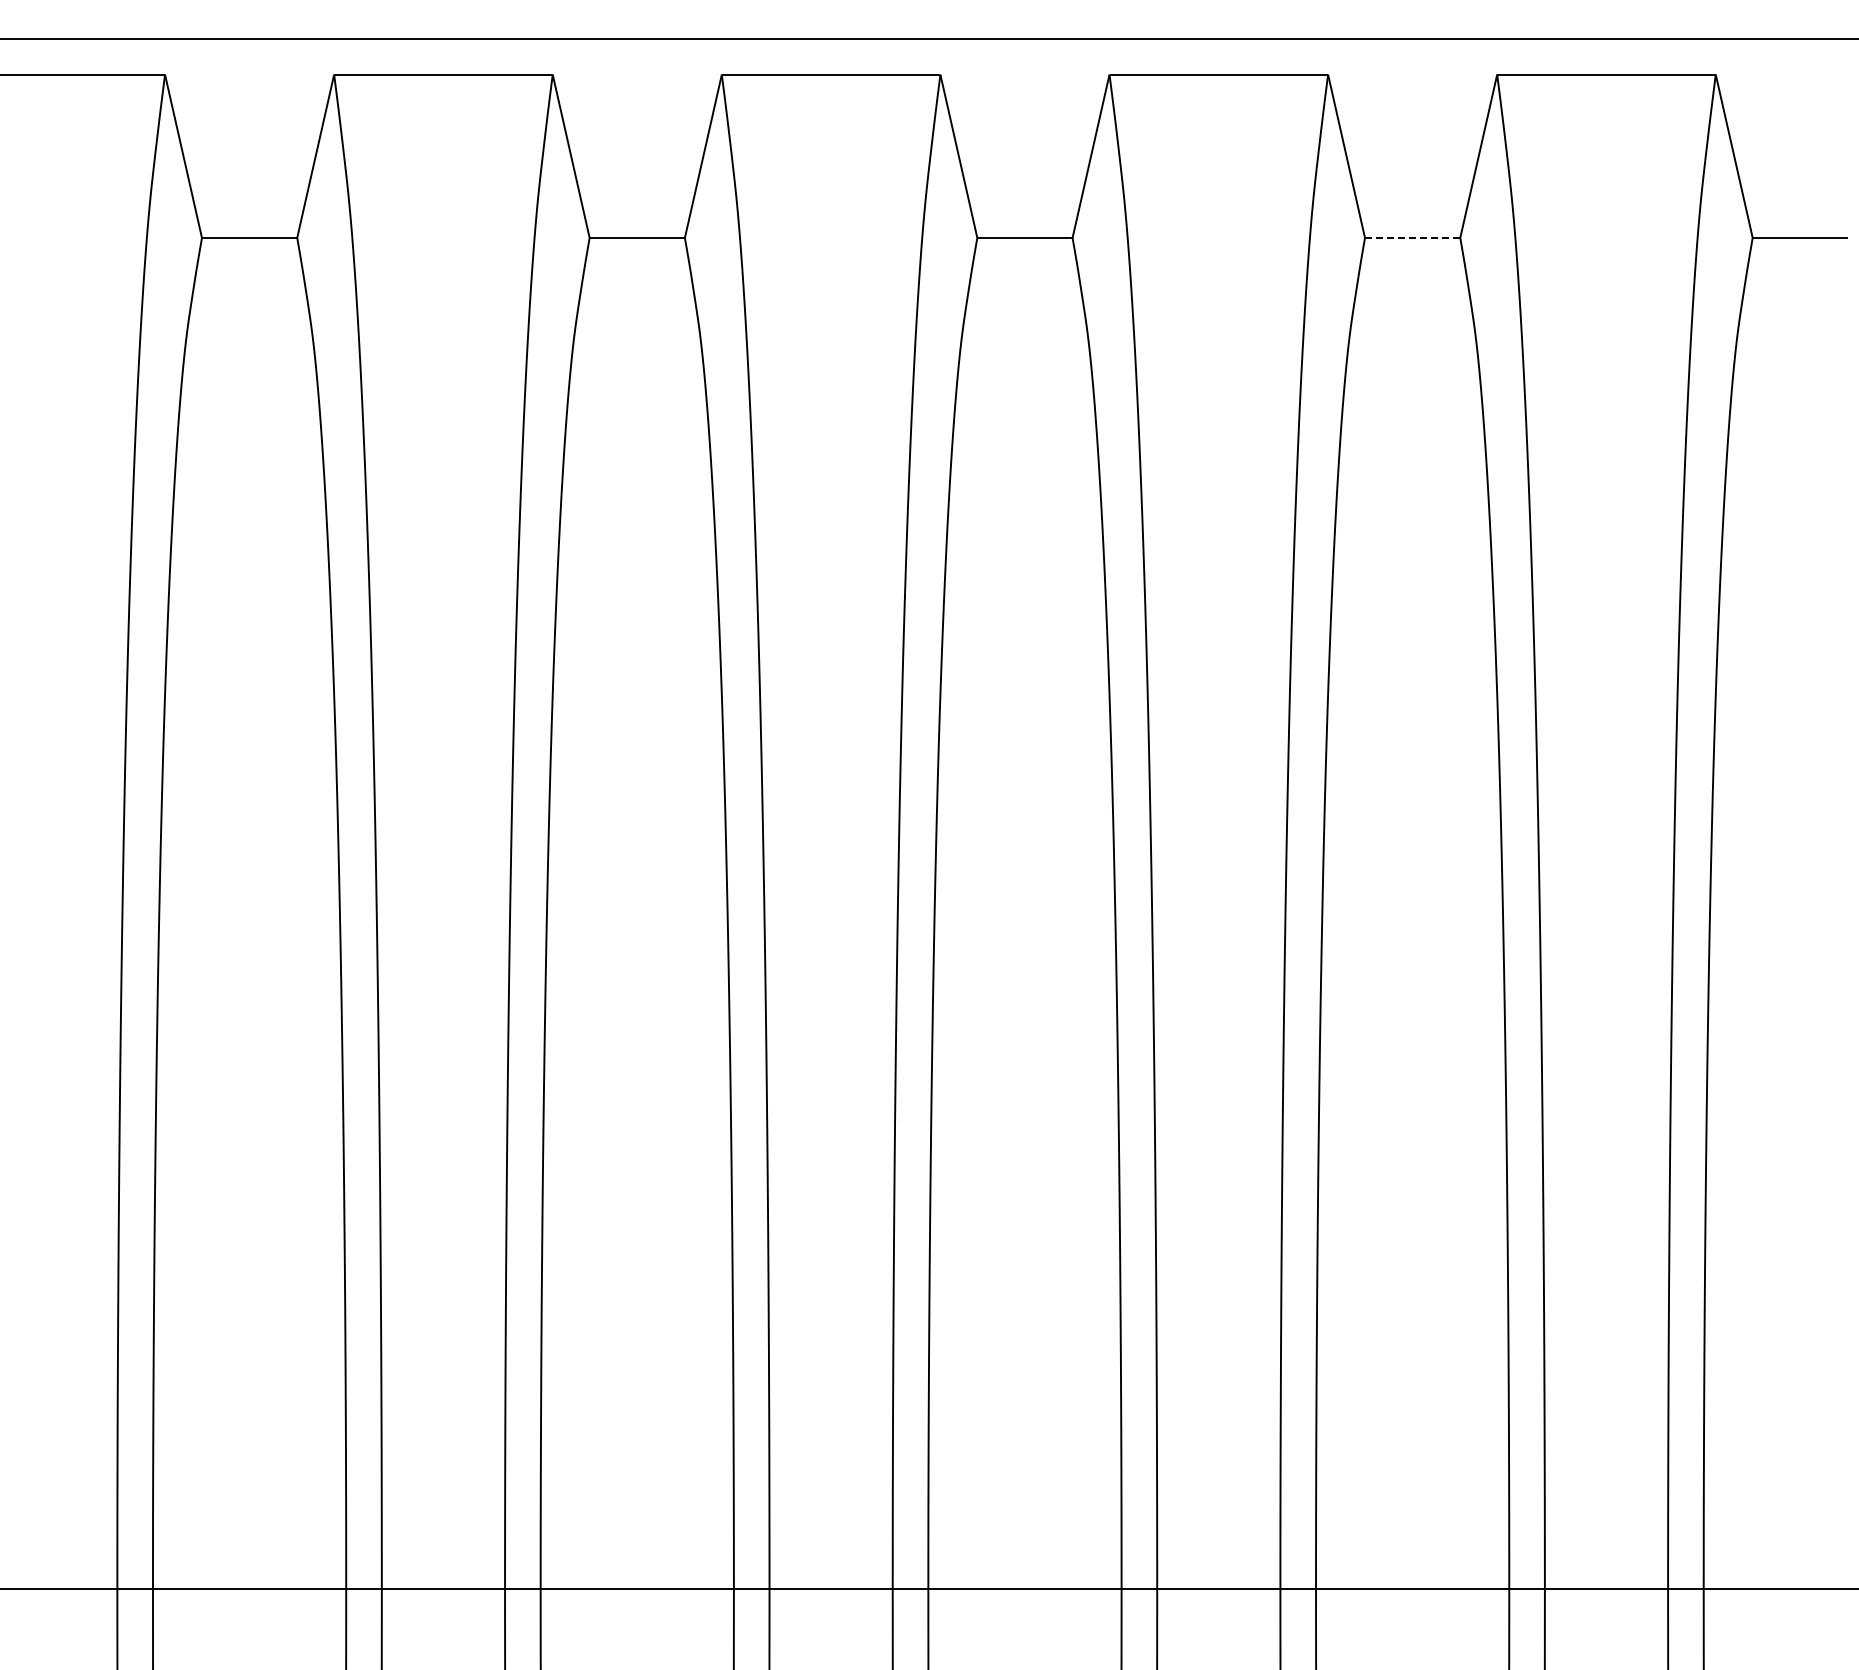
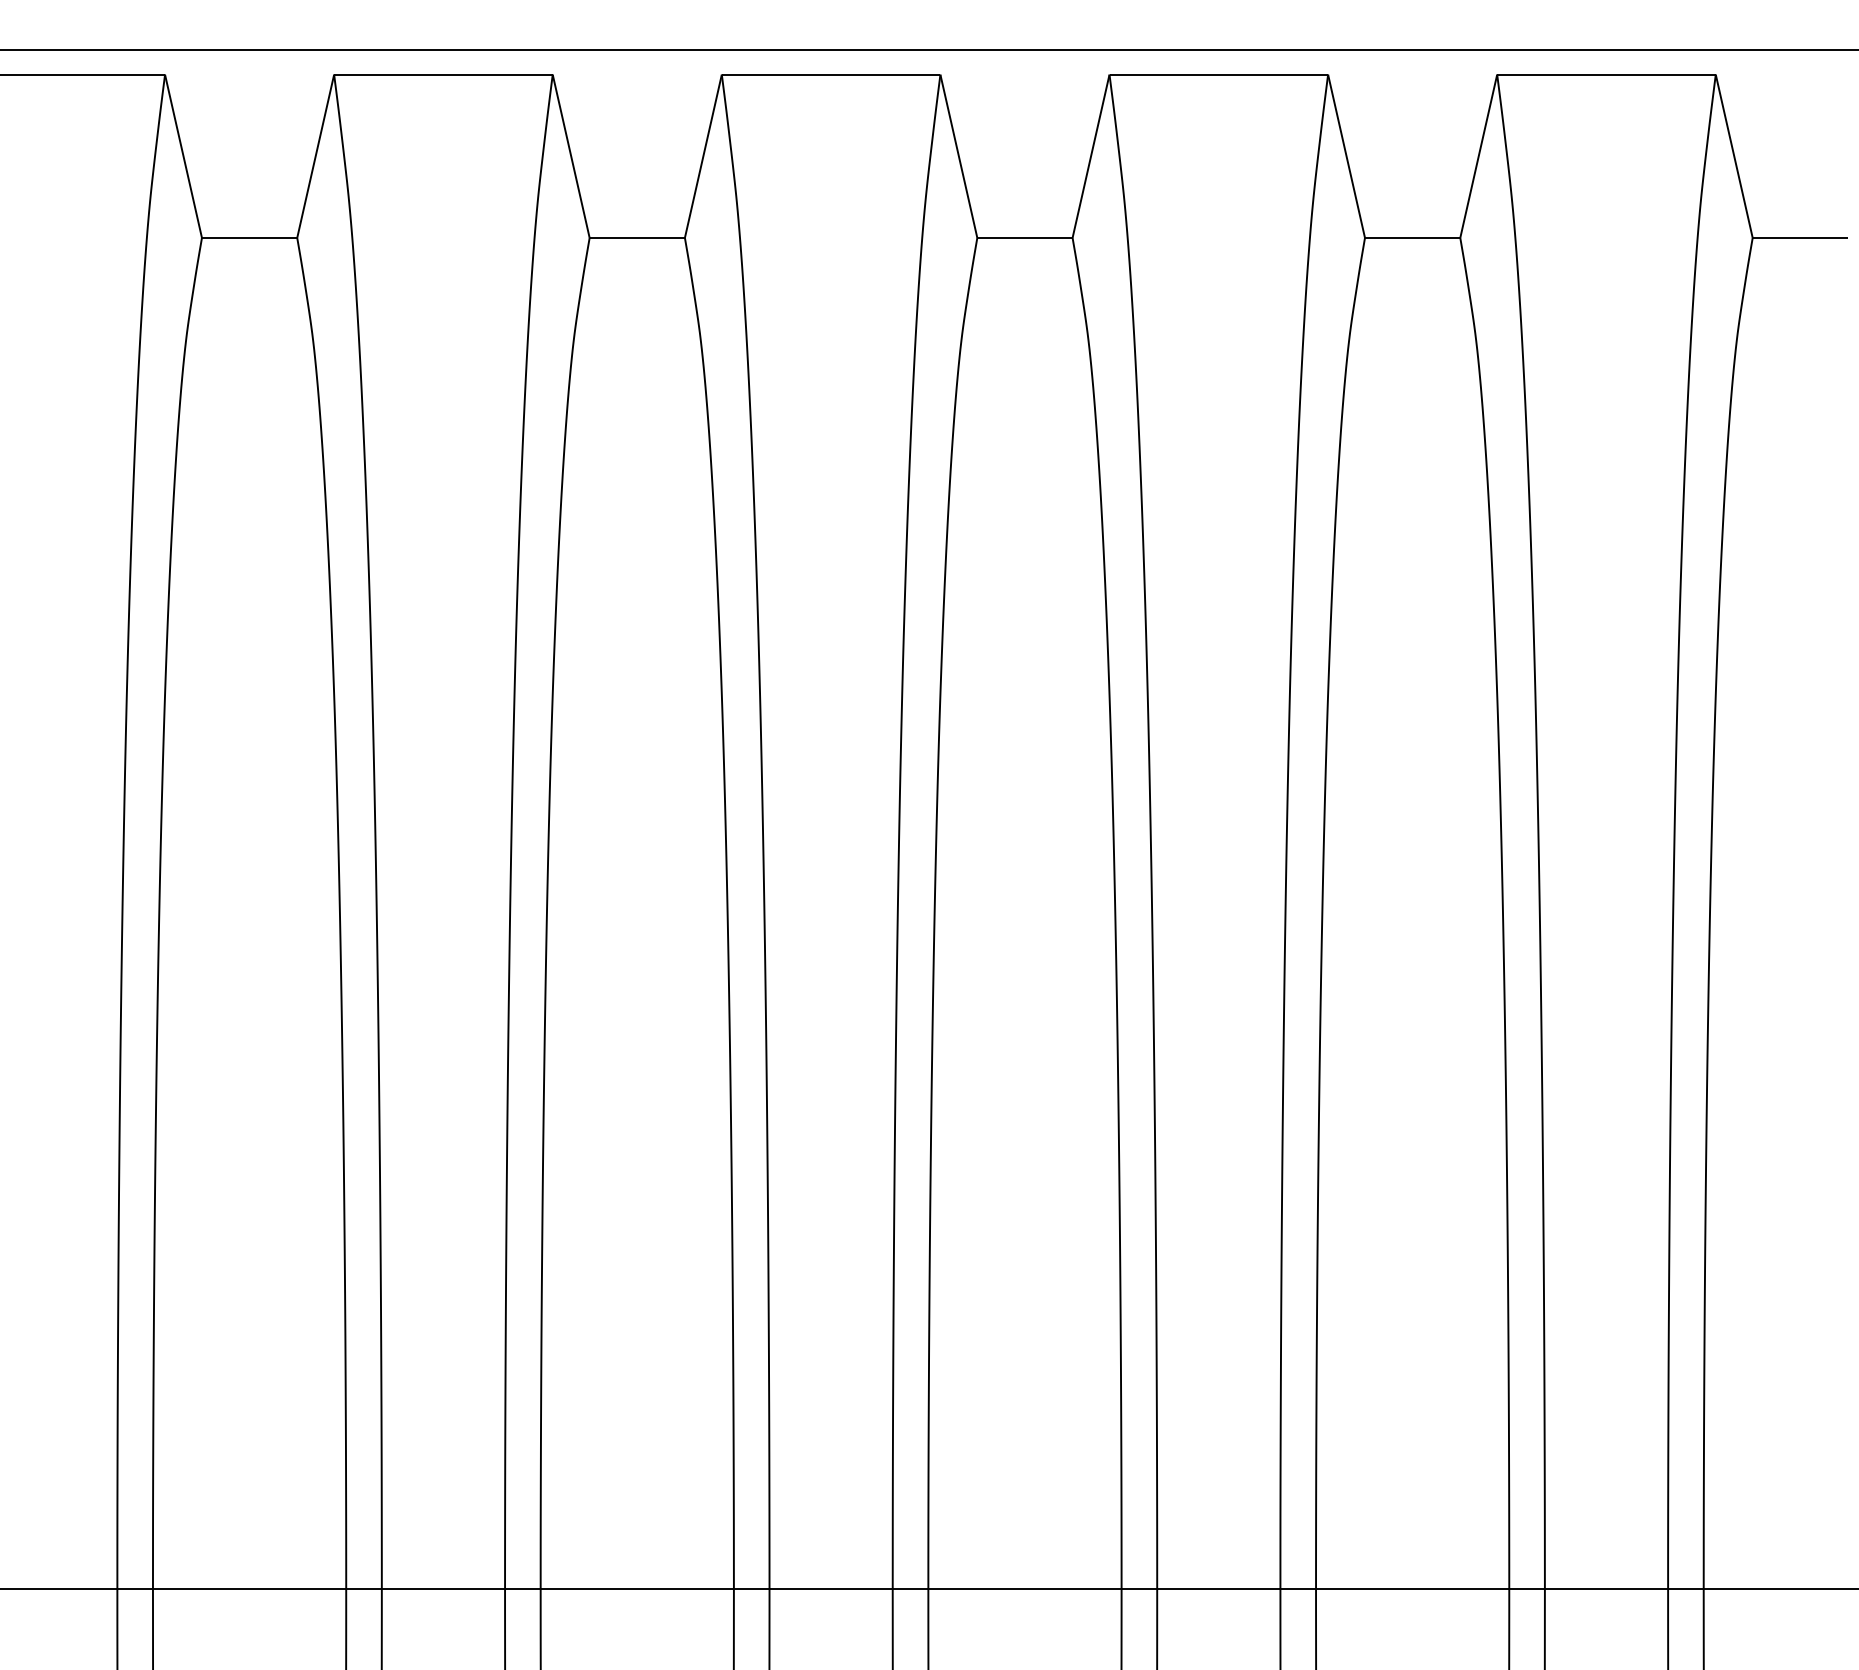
line at (928, 39) position: (928, 39) -> (928, 50)
line at (1412, 237): dashed -> solid
